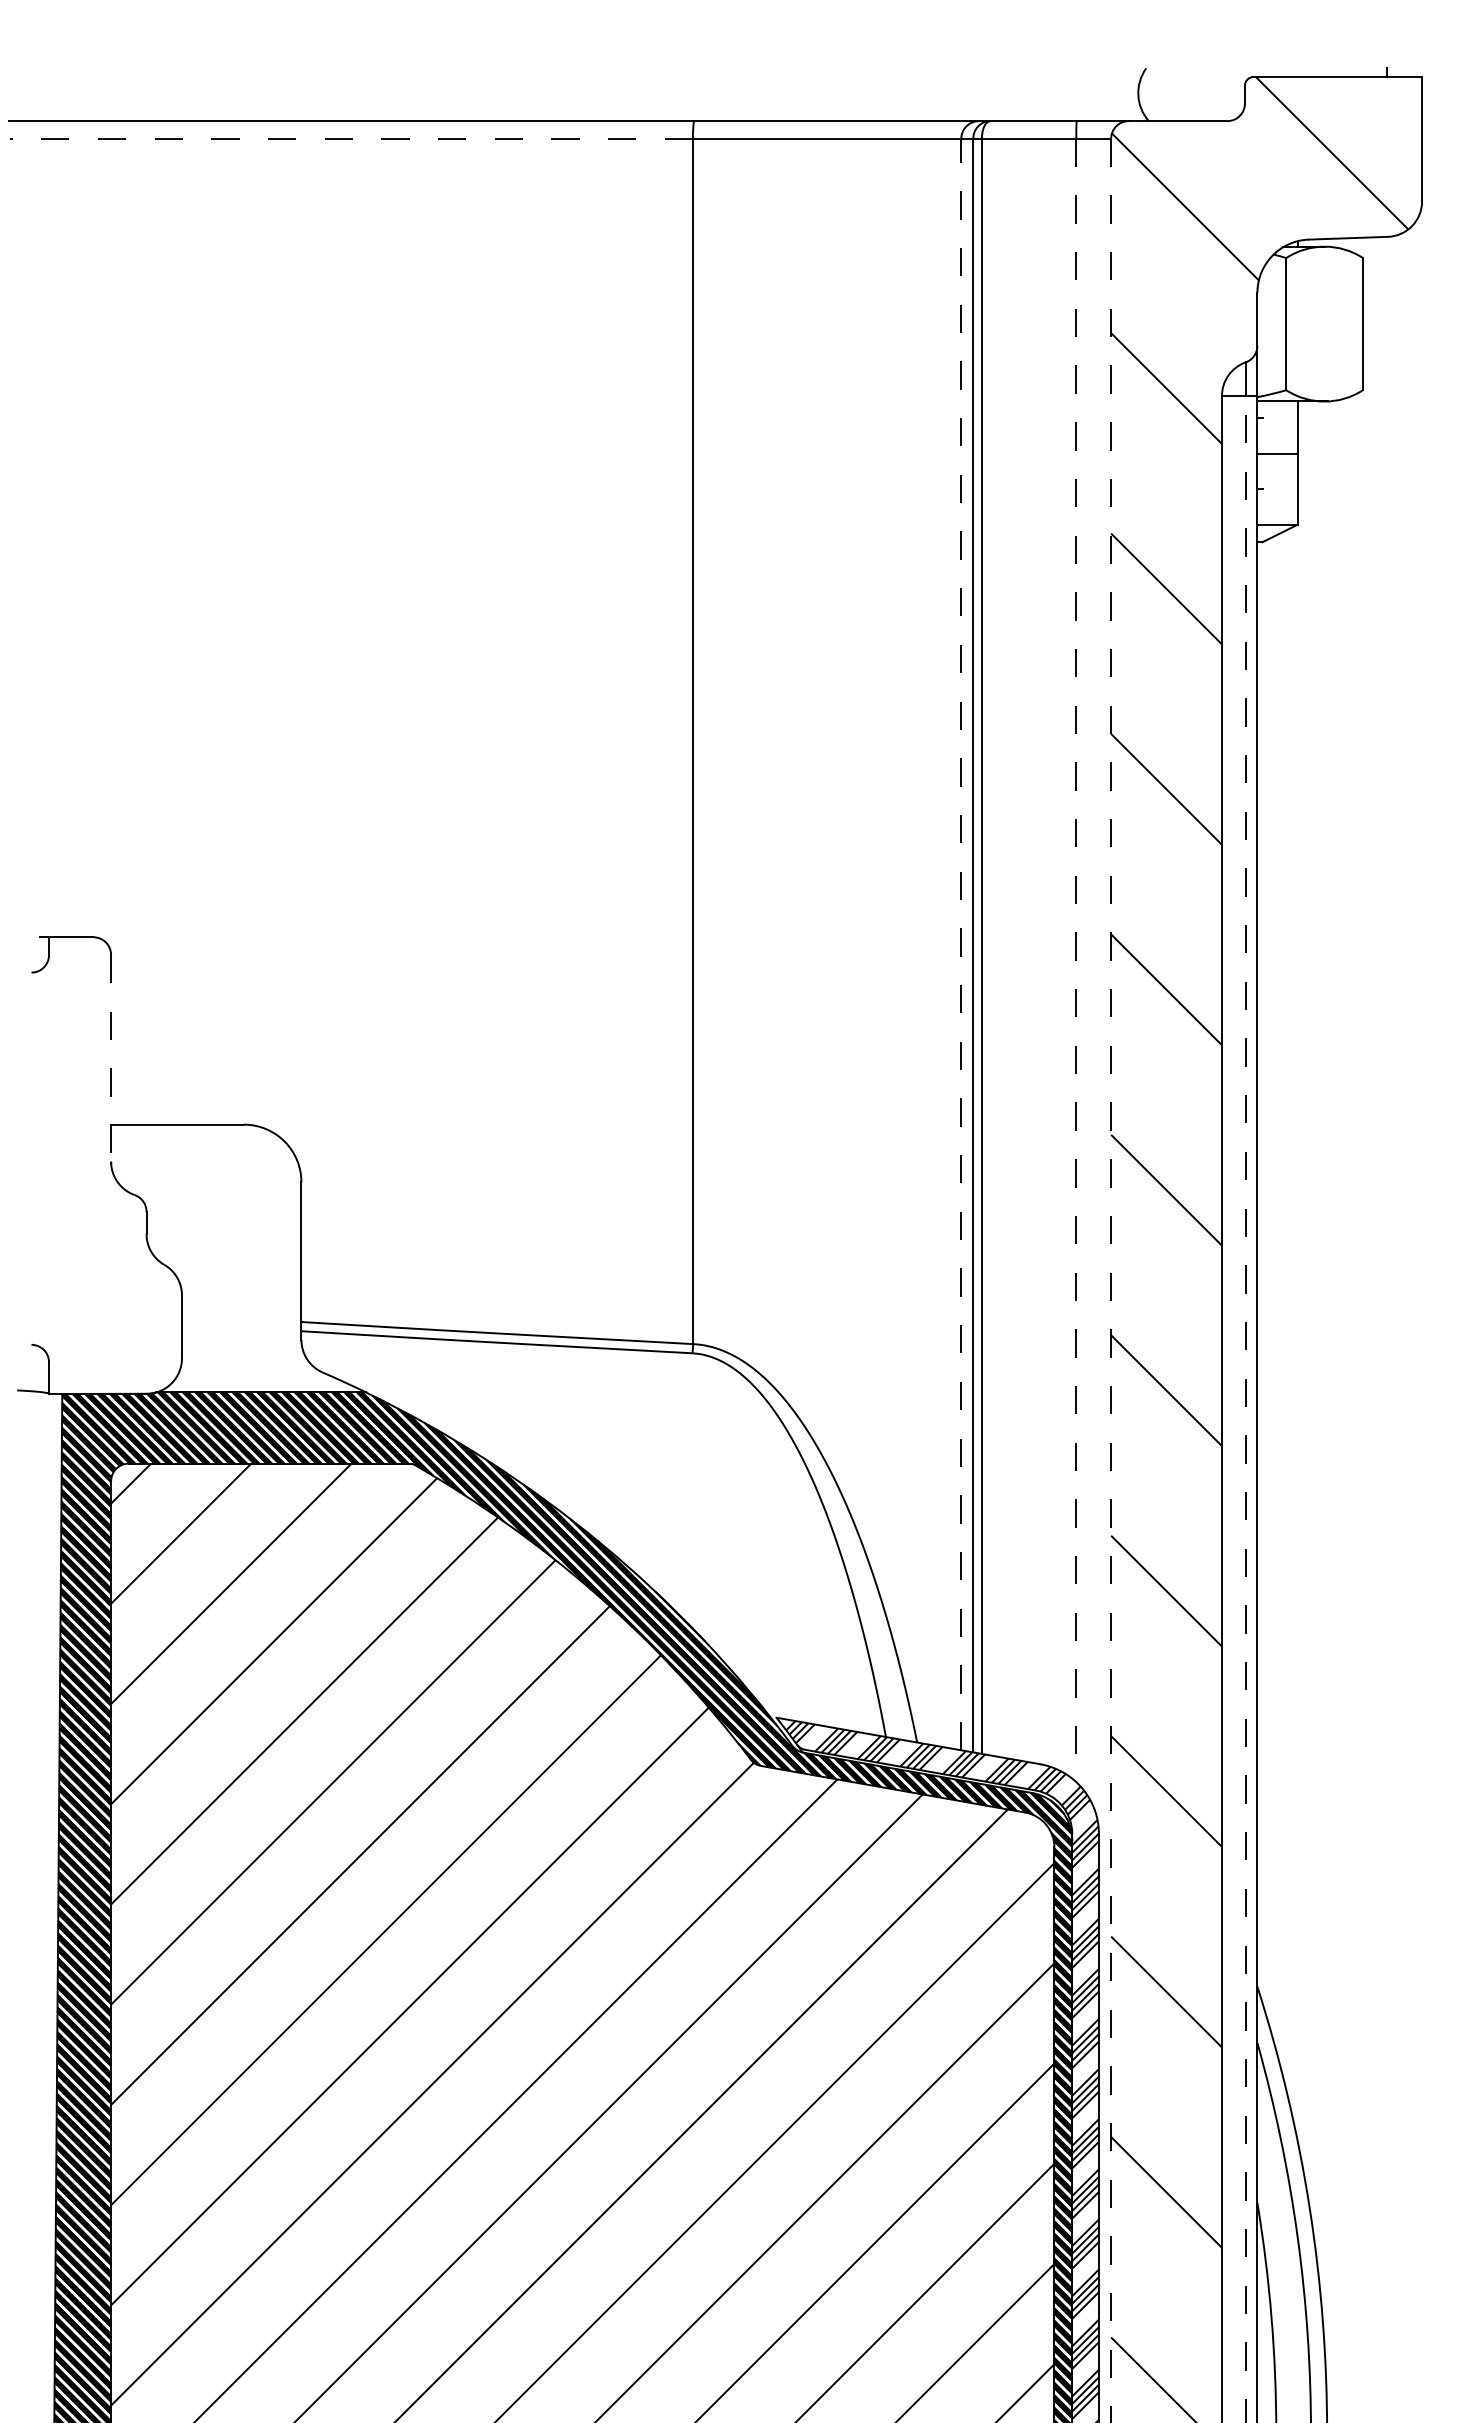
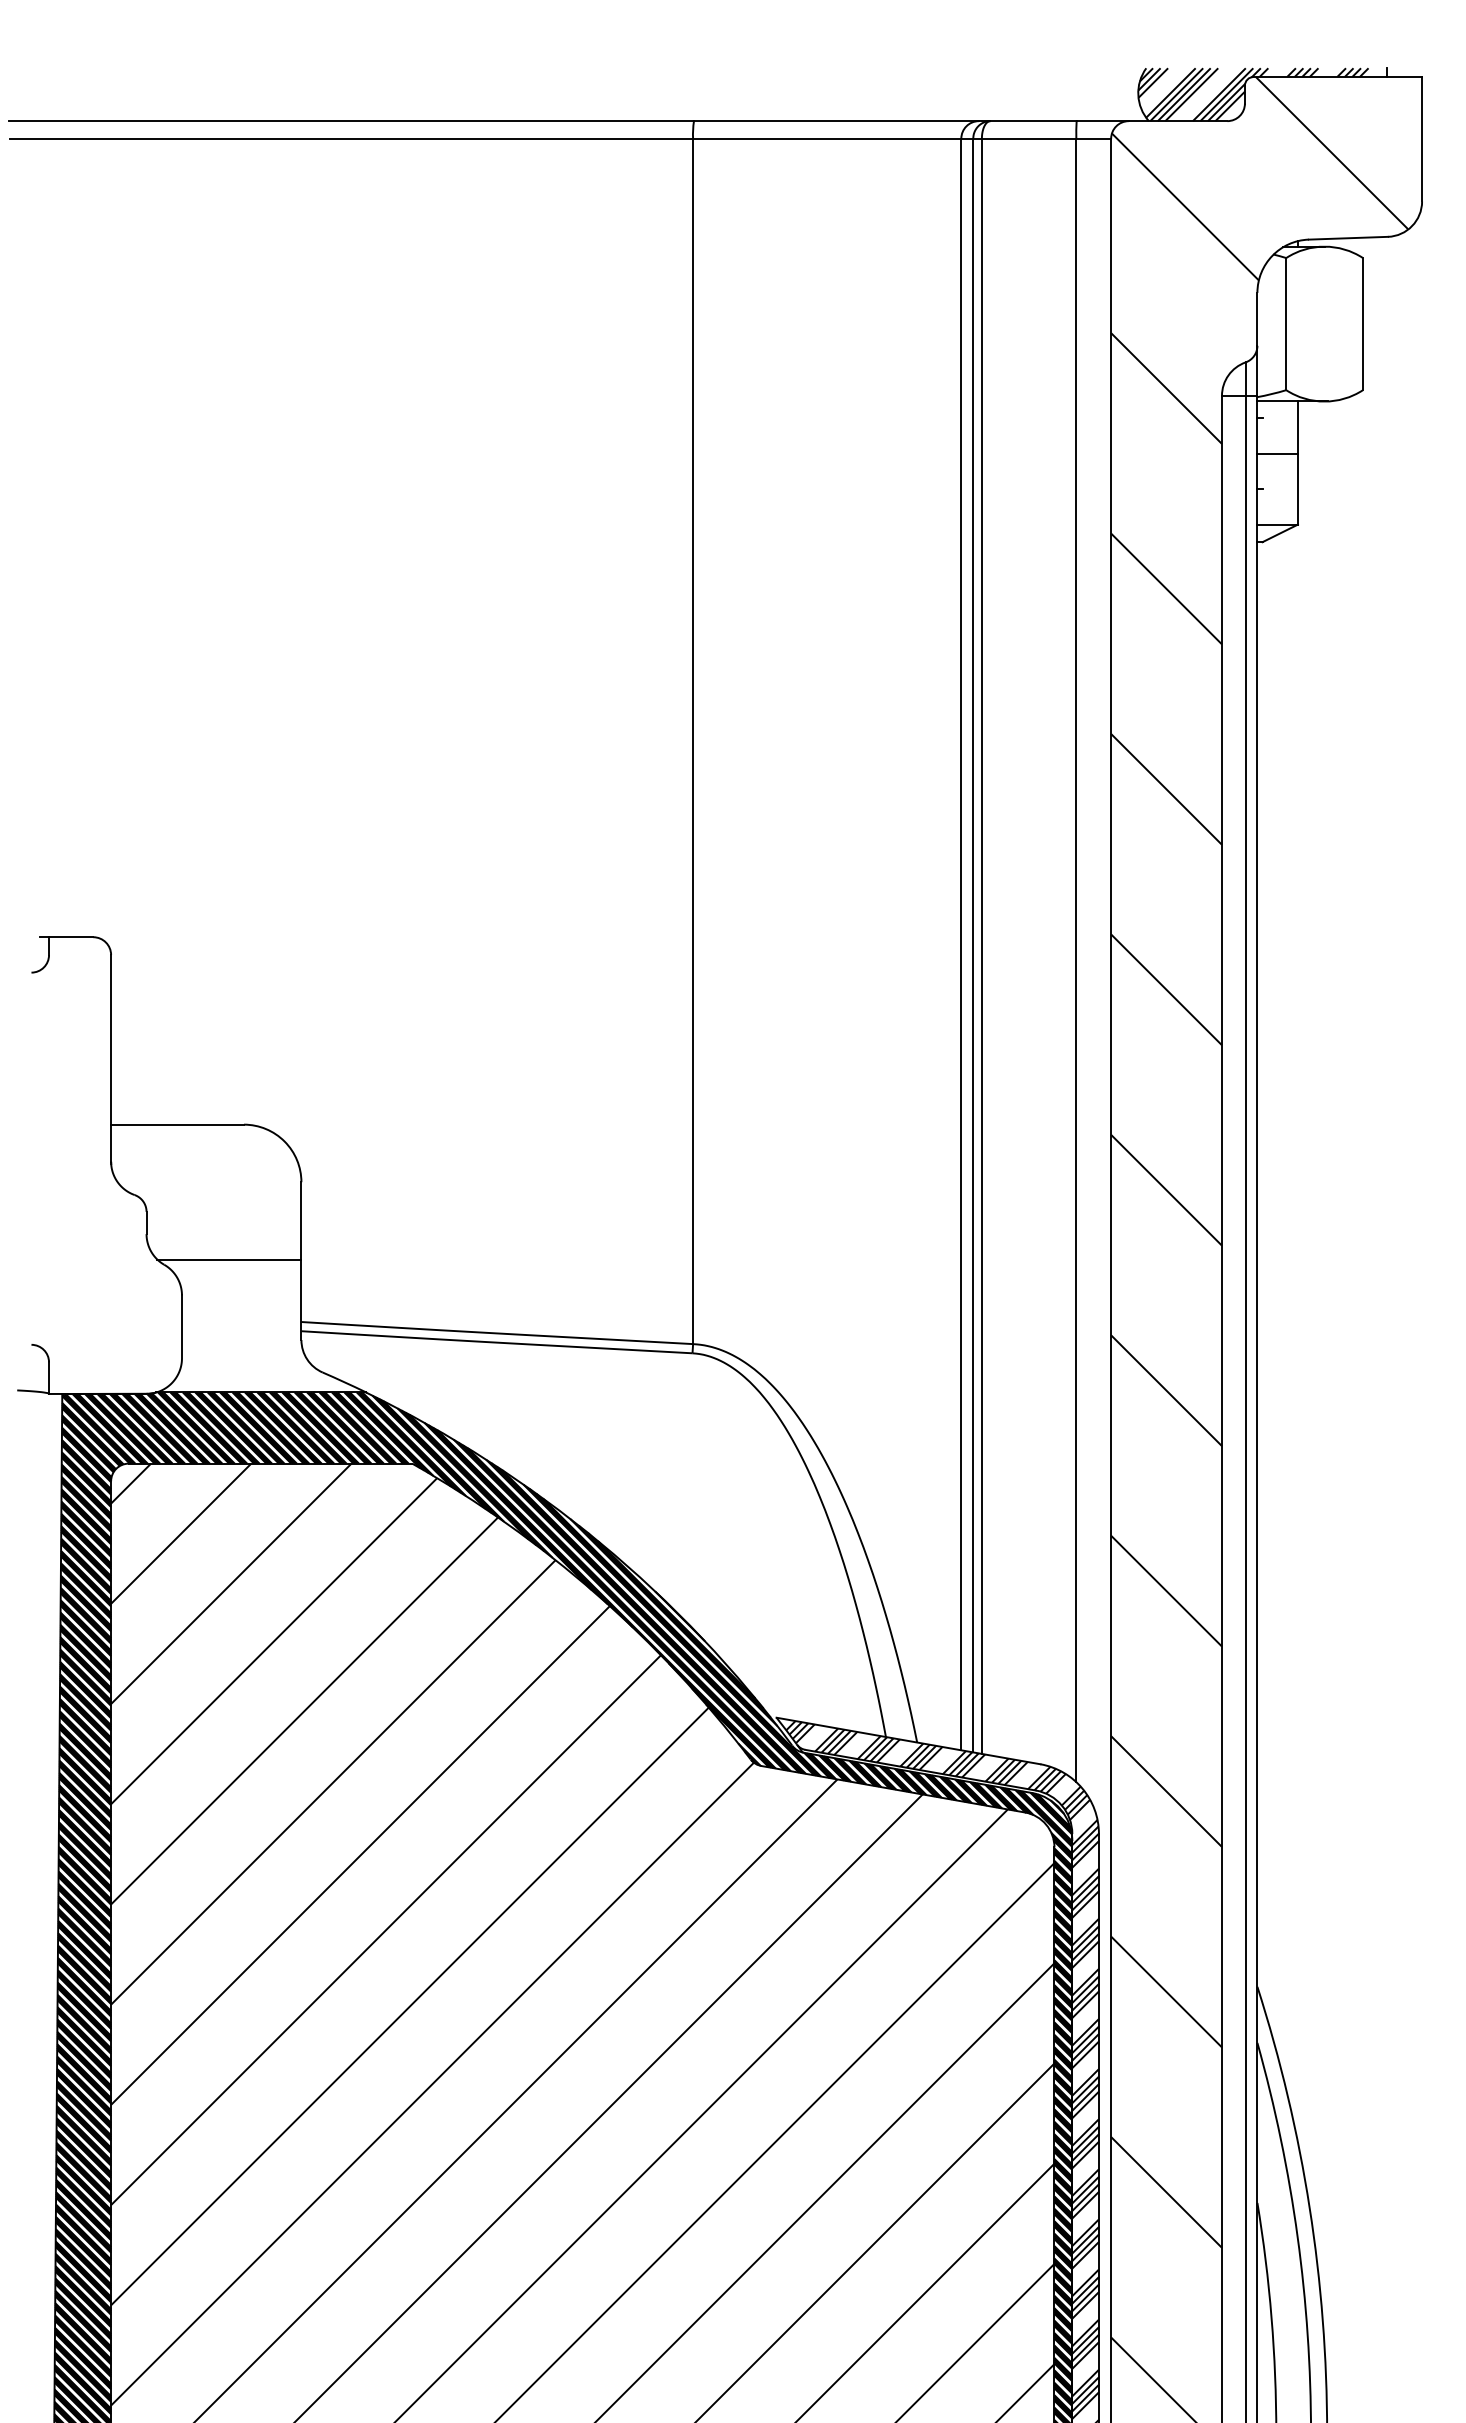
hatch at (1253, 94): none -> present
line at (351, 138): dashed -> solid
line at (961, 944): dashed -> solid
line at (1076, 960): dashed -> solid
line at (111, 1058): dashed -> solid
line at (229, 1259): none -> present
line at (1111, 1280): dashed -> solid
line at (1245, 1408): dashed -> solid
